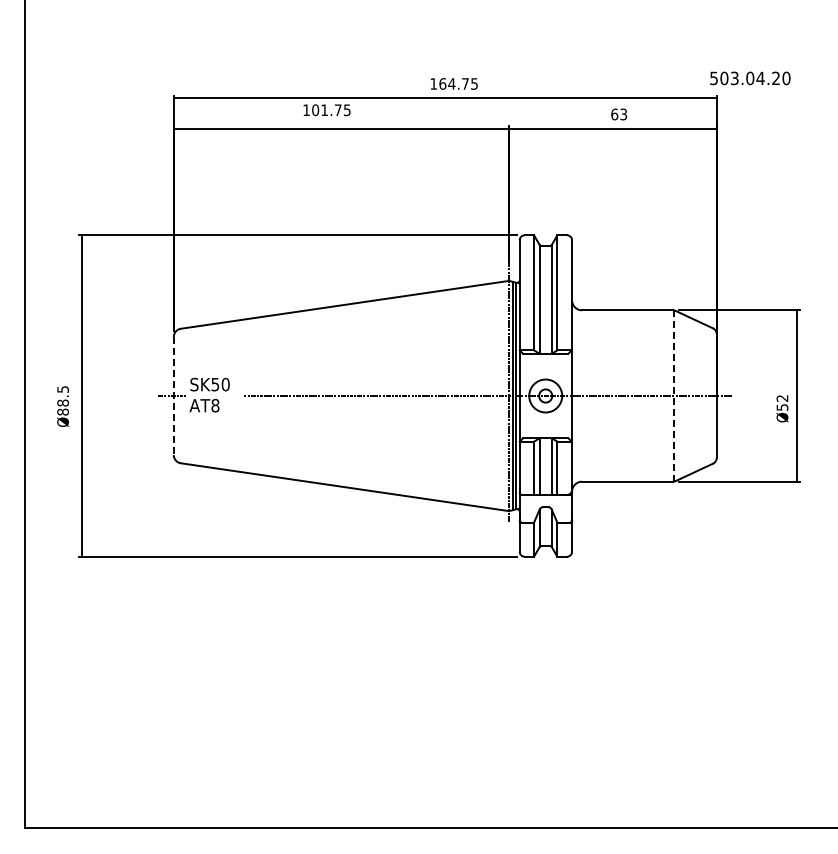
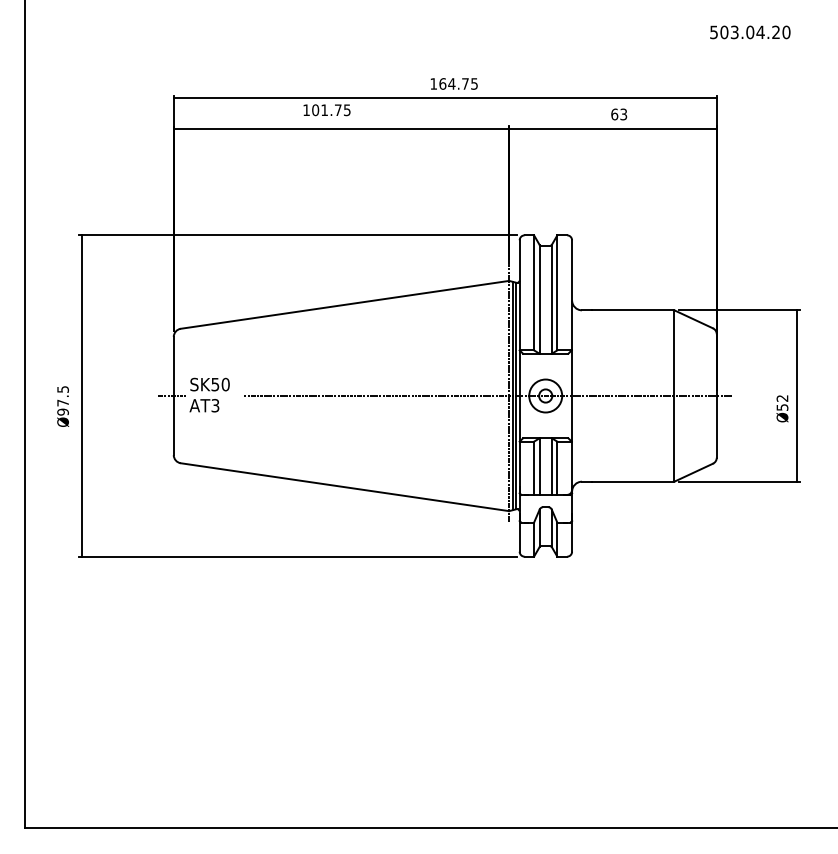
text at (750, 78) position: (750, 78) -> (750, 32)
line at (173, 396): dashed -> solid
line at (674, 396): dashed -> solid
text at (215, 405): AT8 -> AT3
text at (62, 407): Ø88.5 -> Ø97.5
